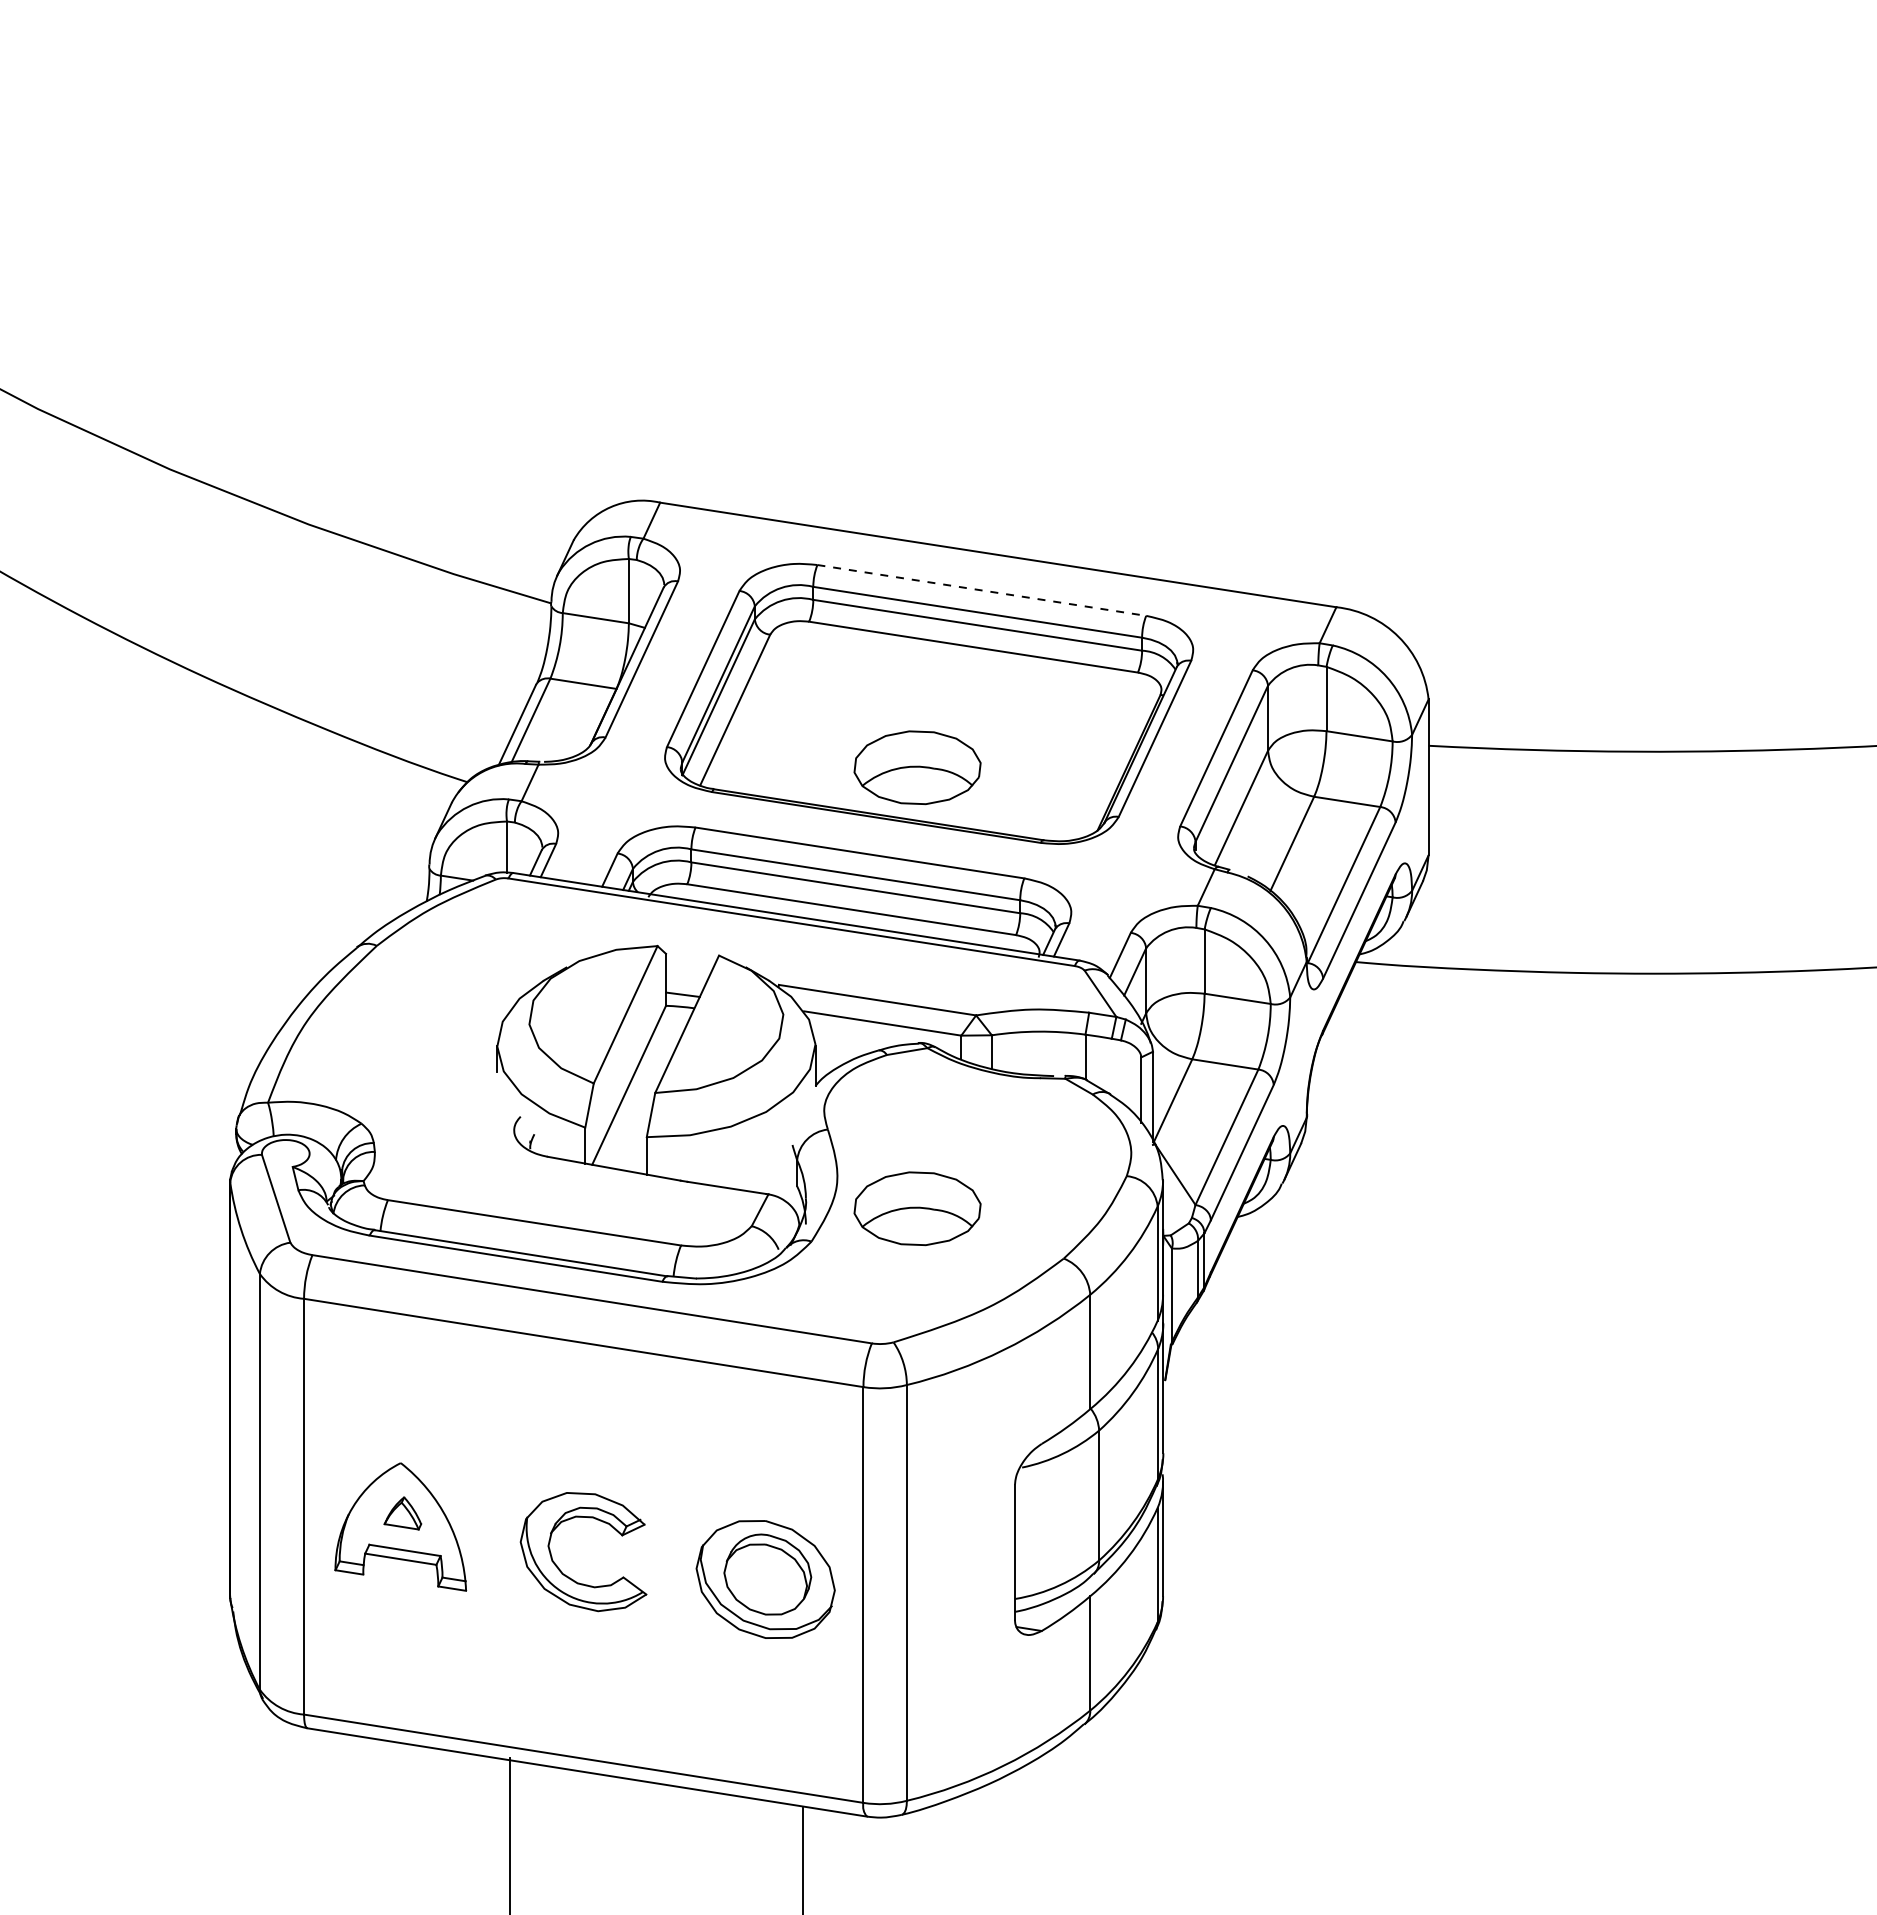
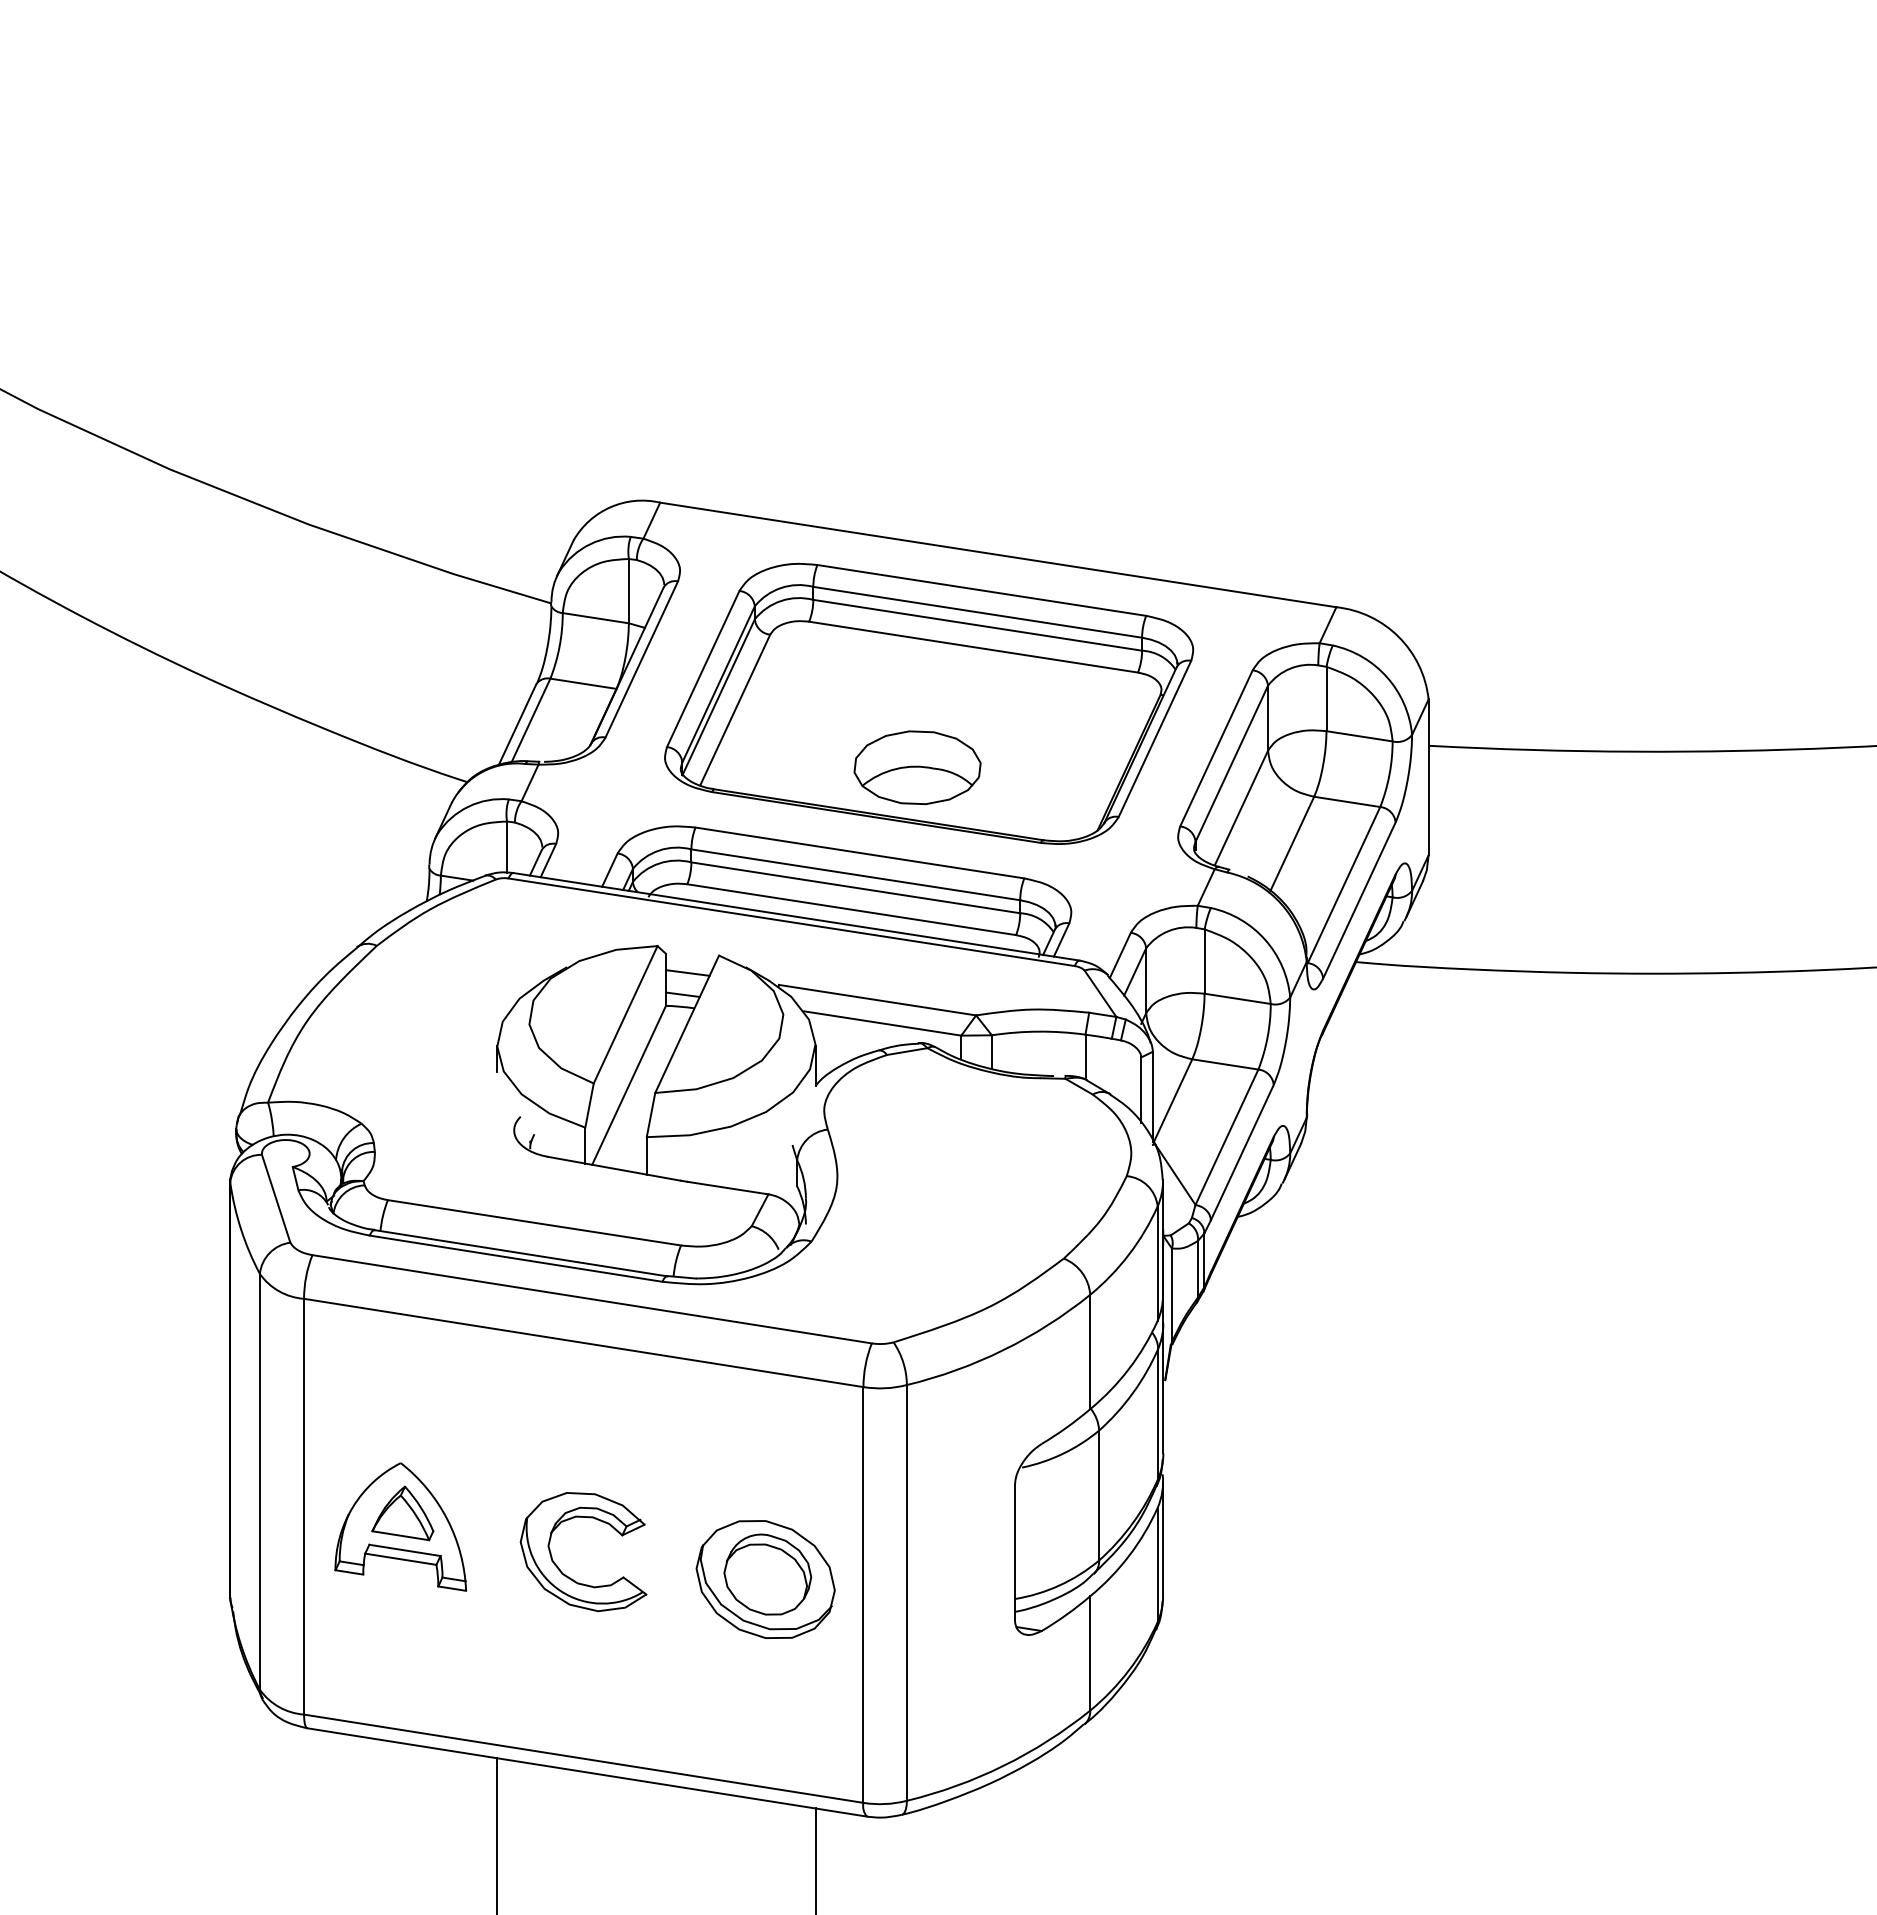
line at (982, 590): dashed -> solid
line at (687, 972): none -> present
part at (917, 1208): present -> none
part at (402, 1513) size: 40x35 px -> 64x57 px
line at (510, 1834) position: (510, 1834) -> (497, 1834)
line at (802, 1859) position: (802, 1859) -> (815, 1859)
